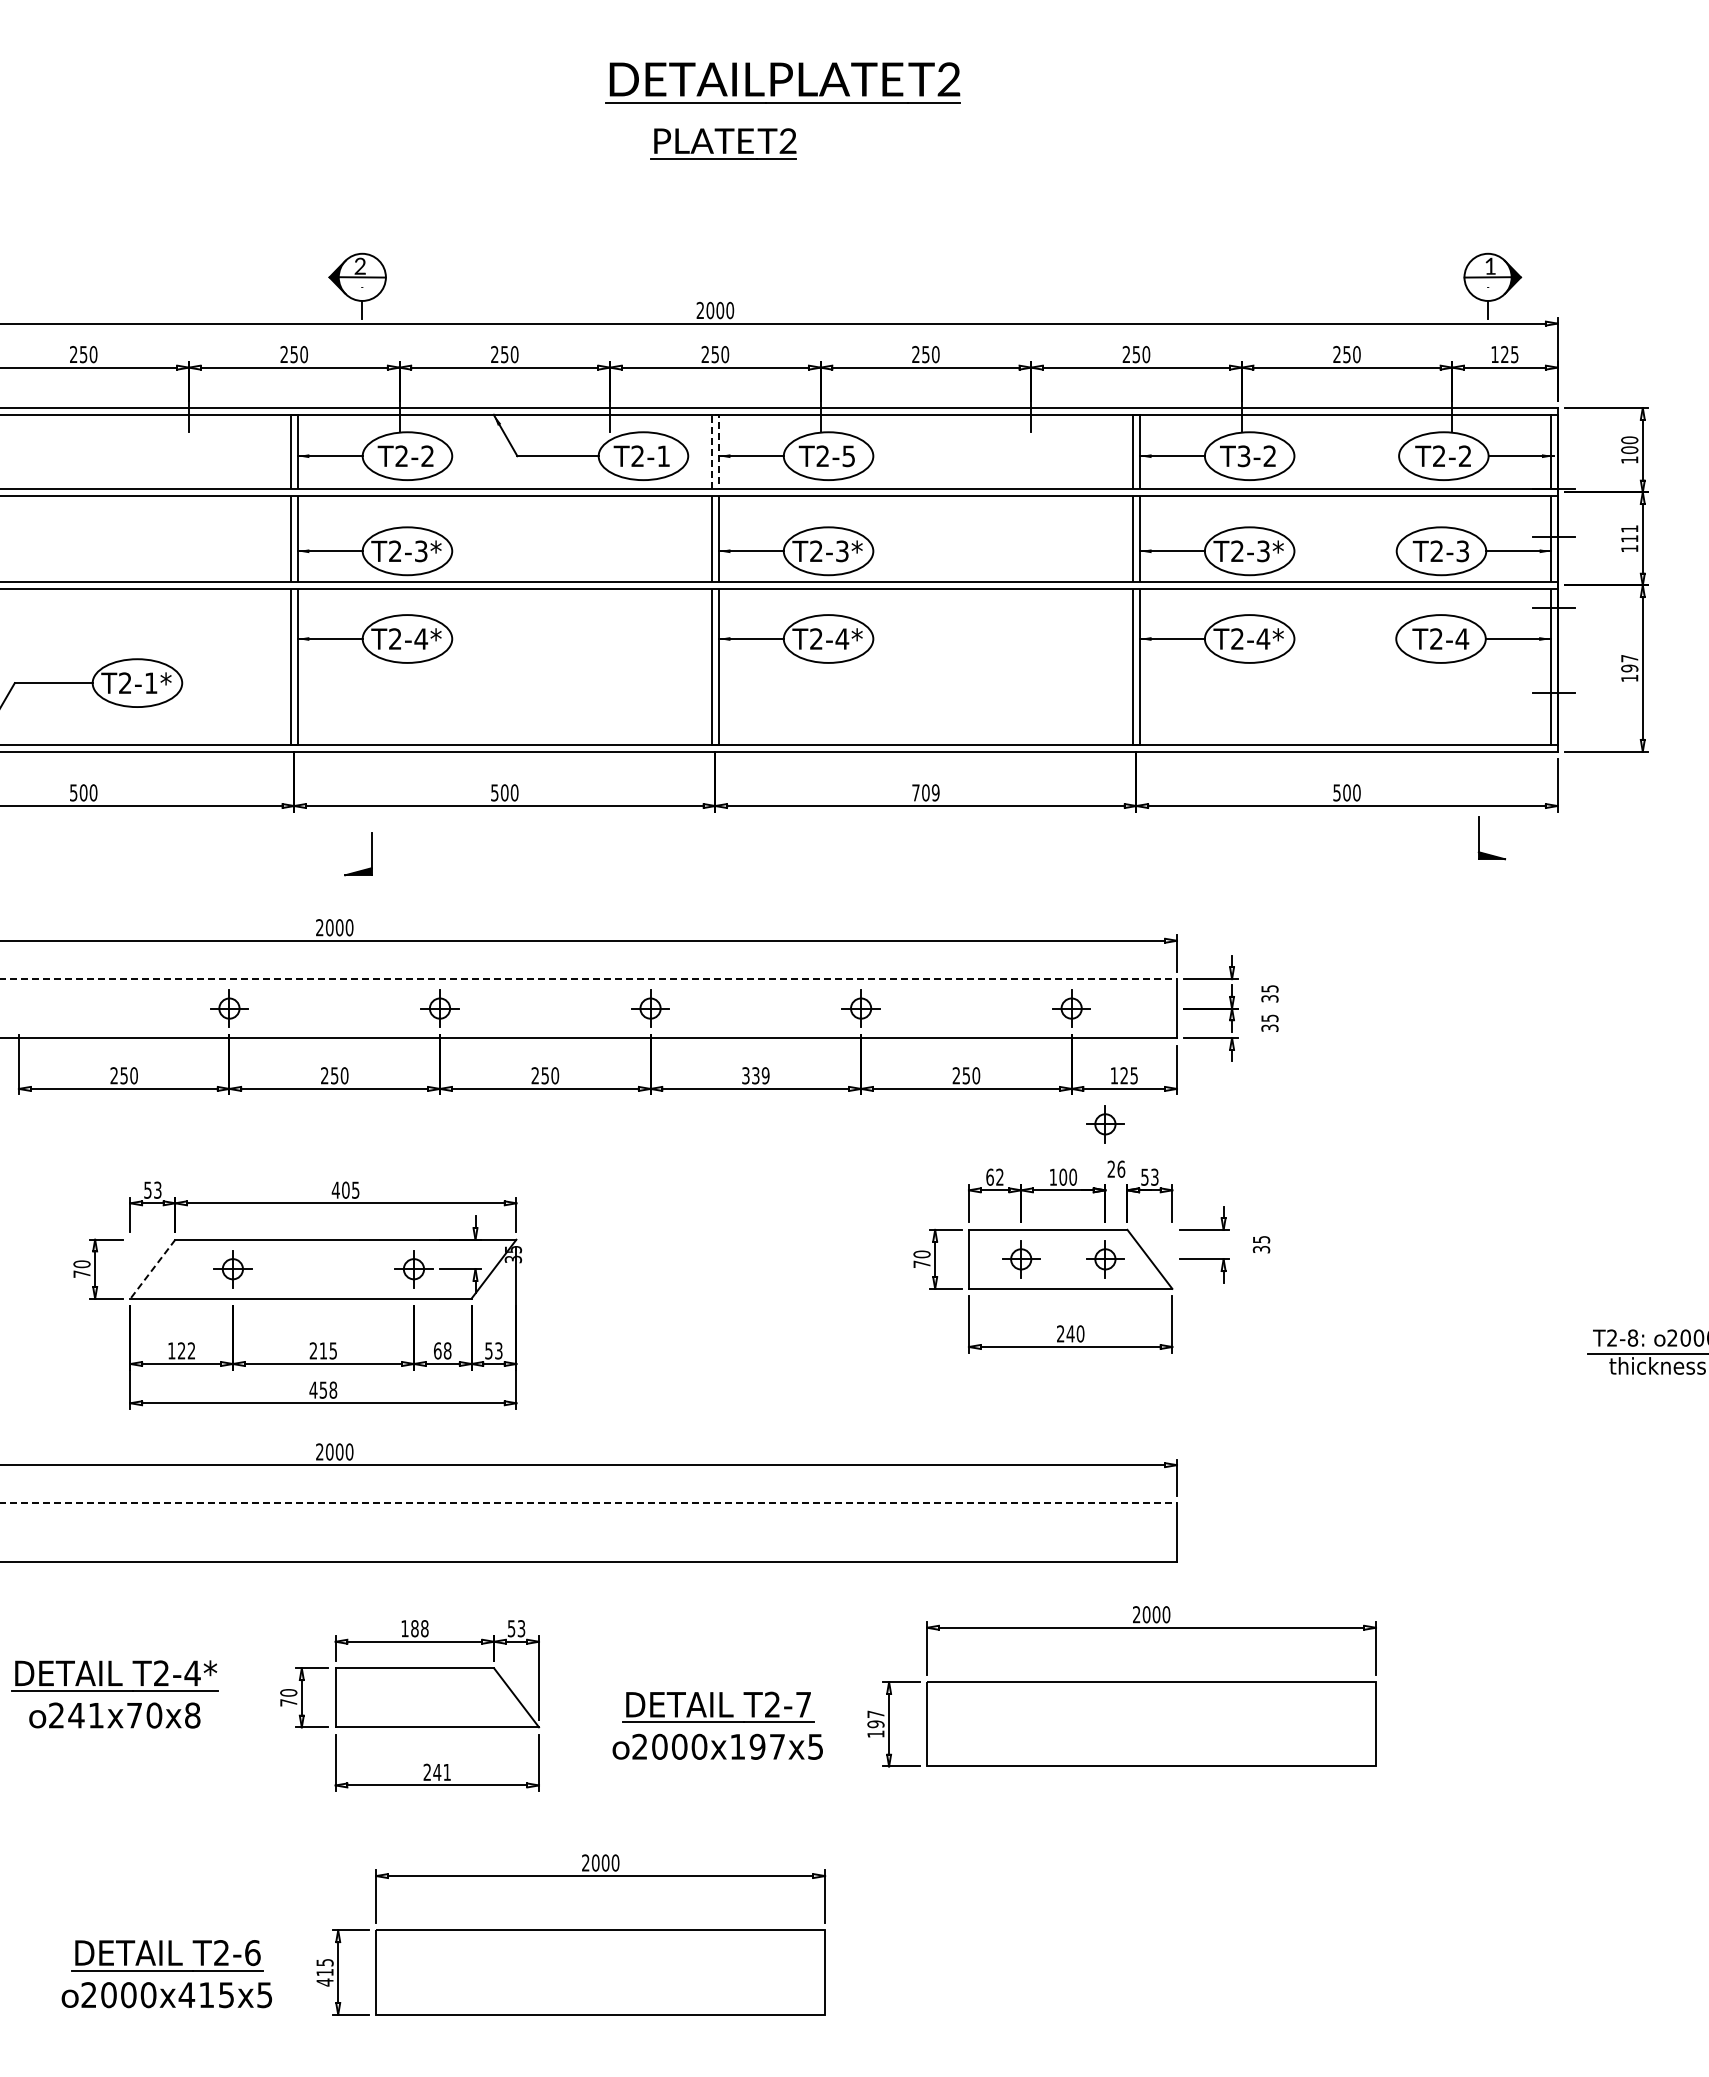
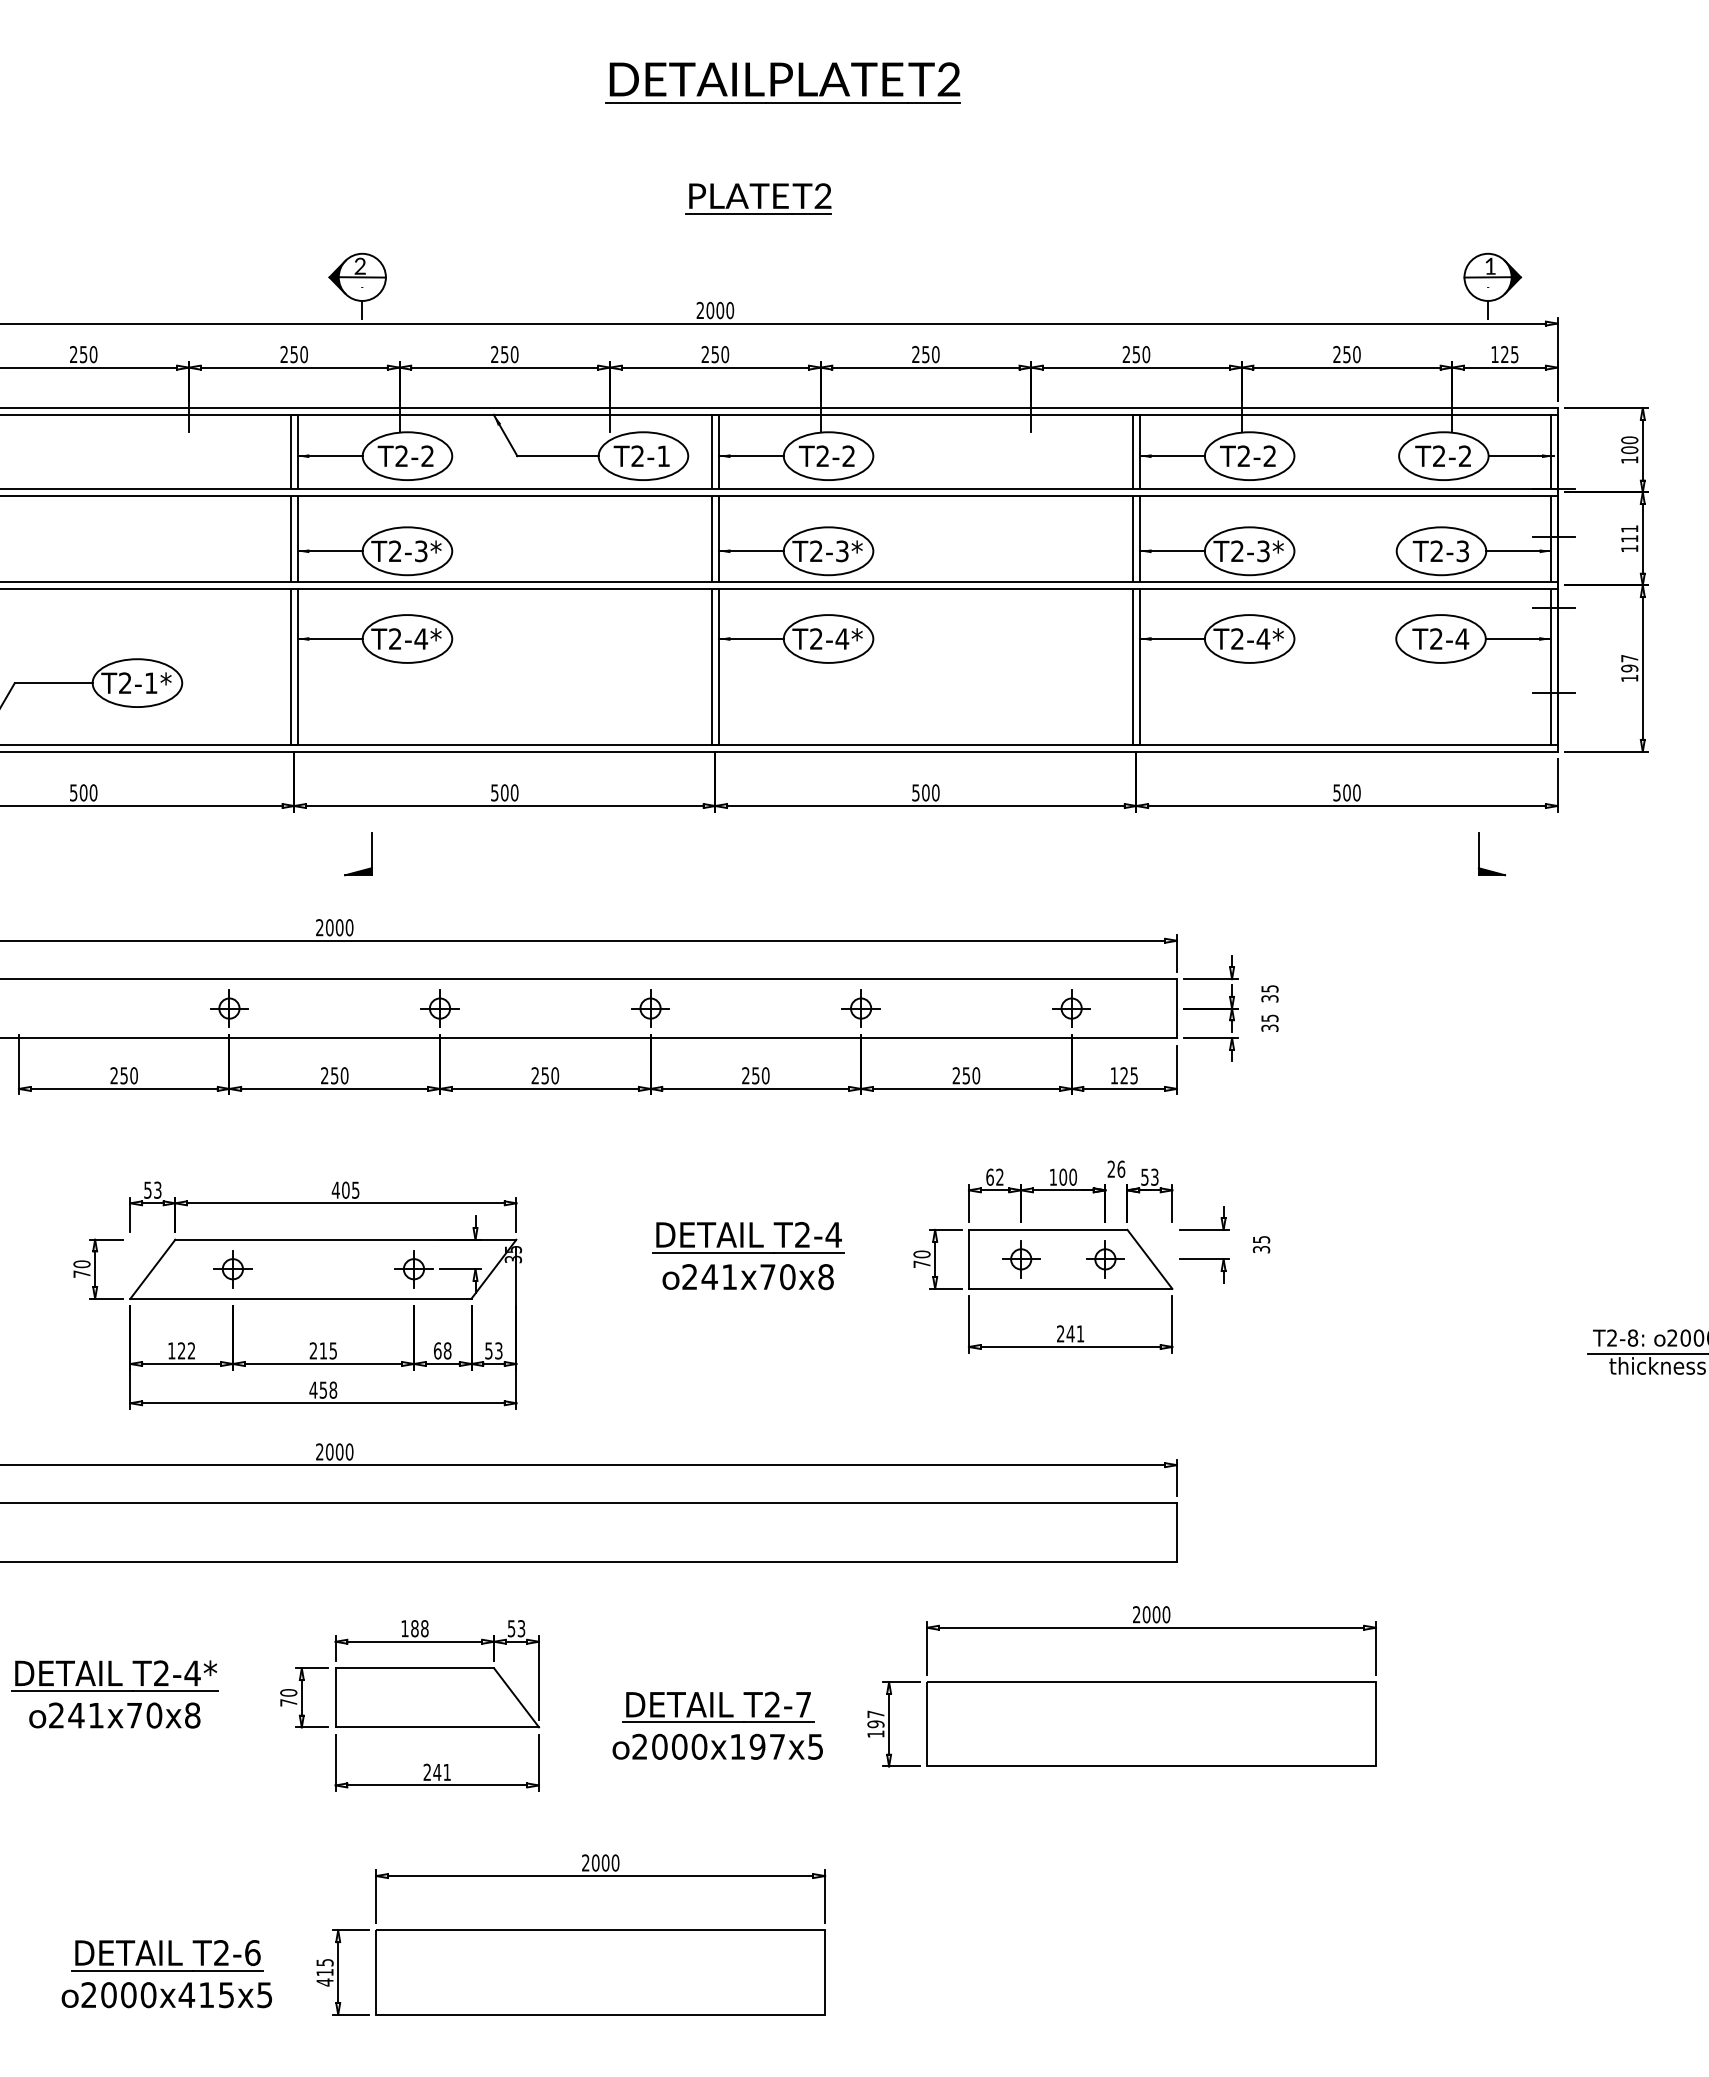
part at (723, 143) position: (723, 143) -> (758, 198)
line at (715, 414): dashed -> solid
text at (848, 456): T2-5 -> T2-2
text at (1243, 456): T3-2 -> T2-2
text at (925, 792): 709 -> 500
part at (1479, 838) position: (1479, 838) -> (1479, 854)
line at (589, 979): dashed -> solid
text at (755, 1075): 339 -> 250
part at (1105, 1124): present -> none
part at (748, 1256): none -> present
line at (152, 1269): dashed -> solid
text at (1080, 1333): 240 -> 241
line at (589, 1503): dashed -> solid
